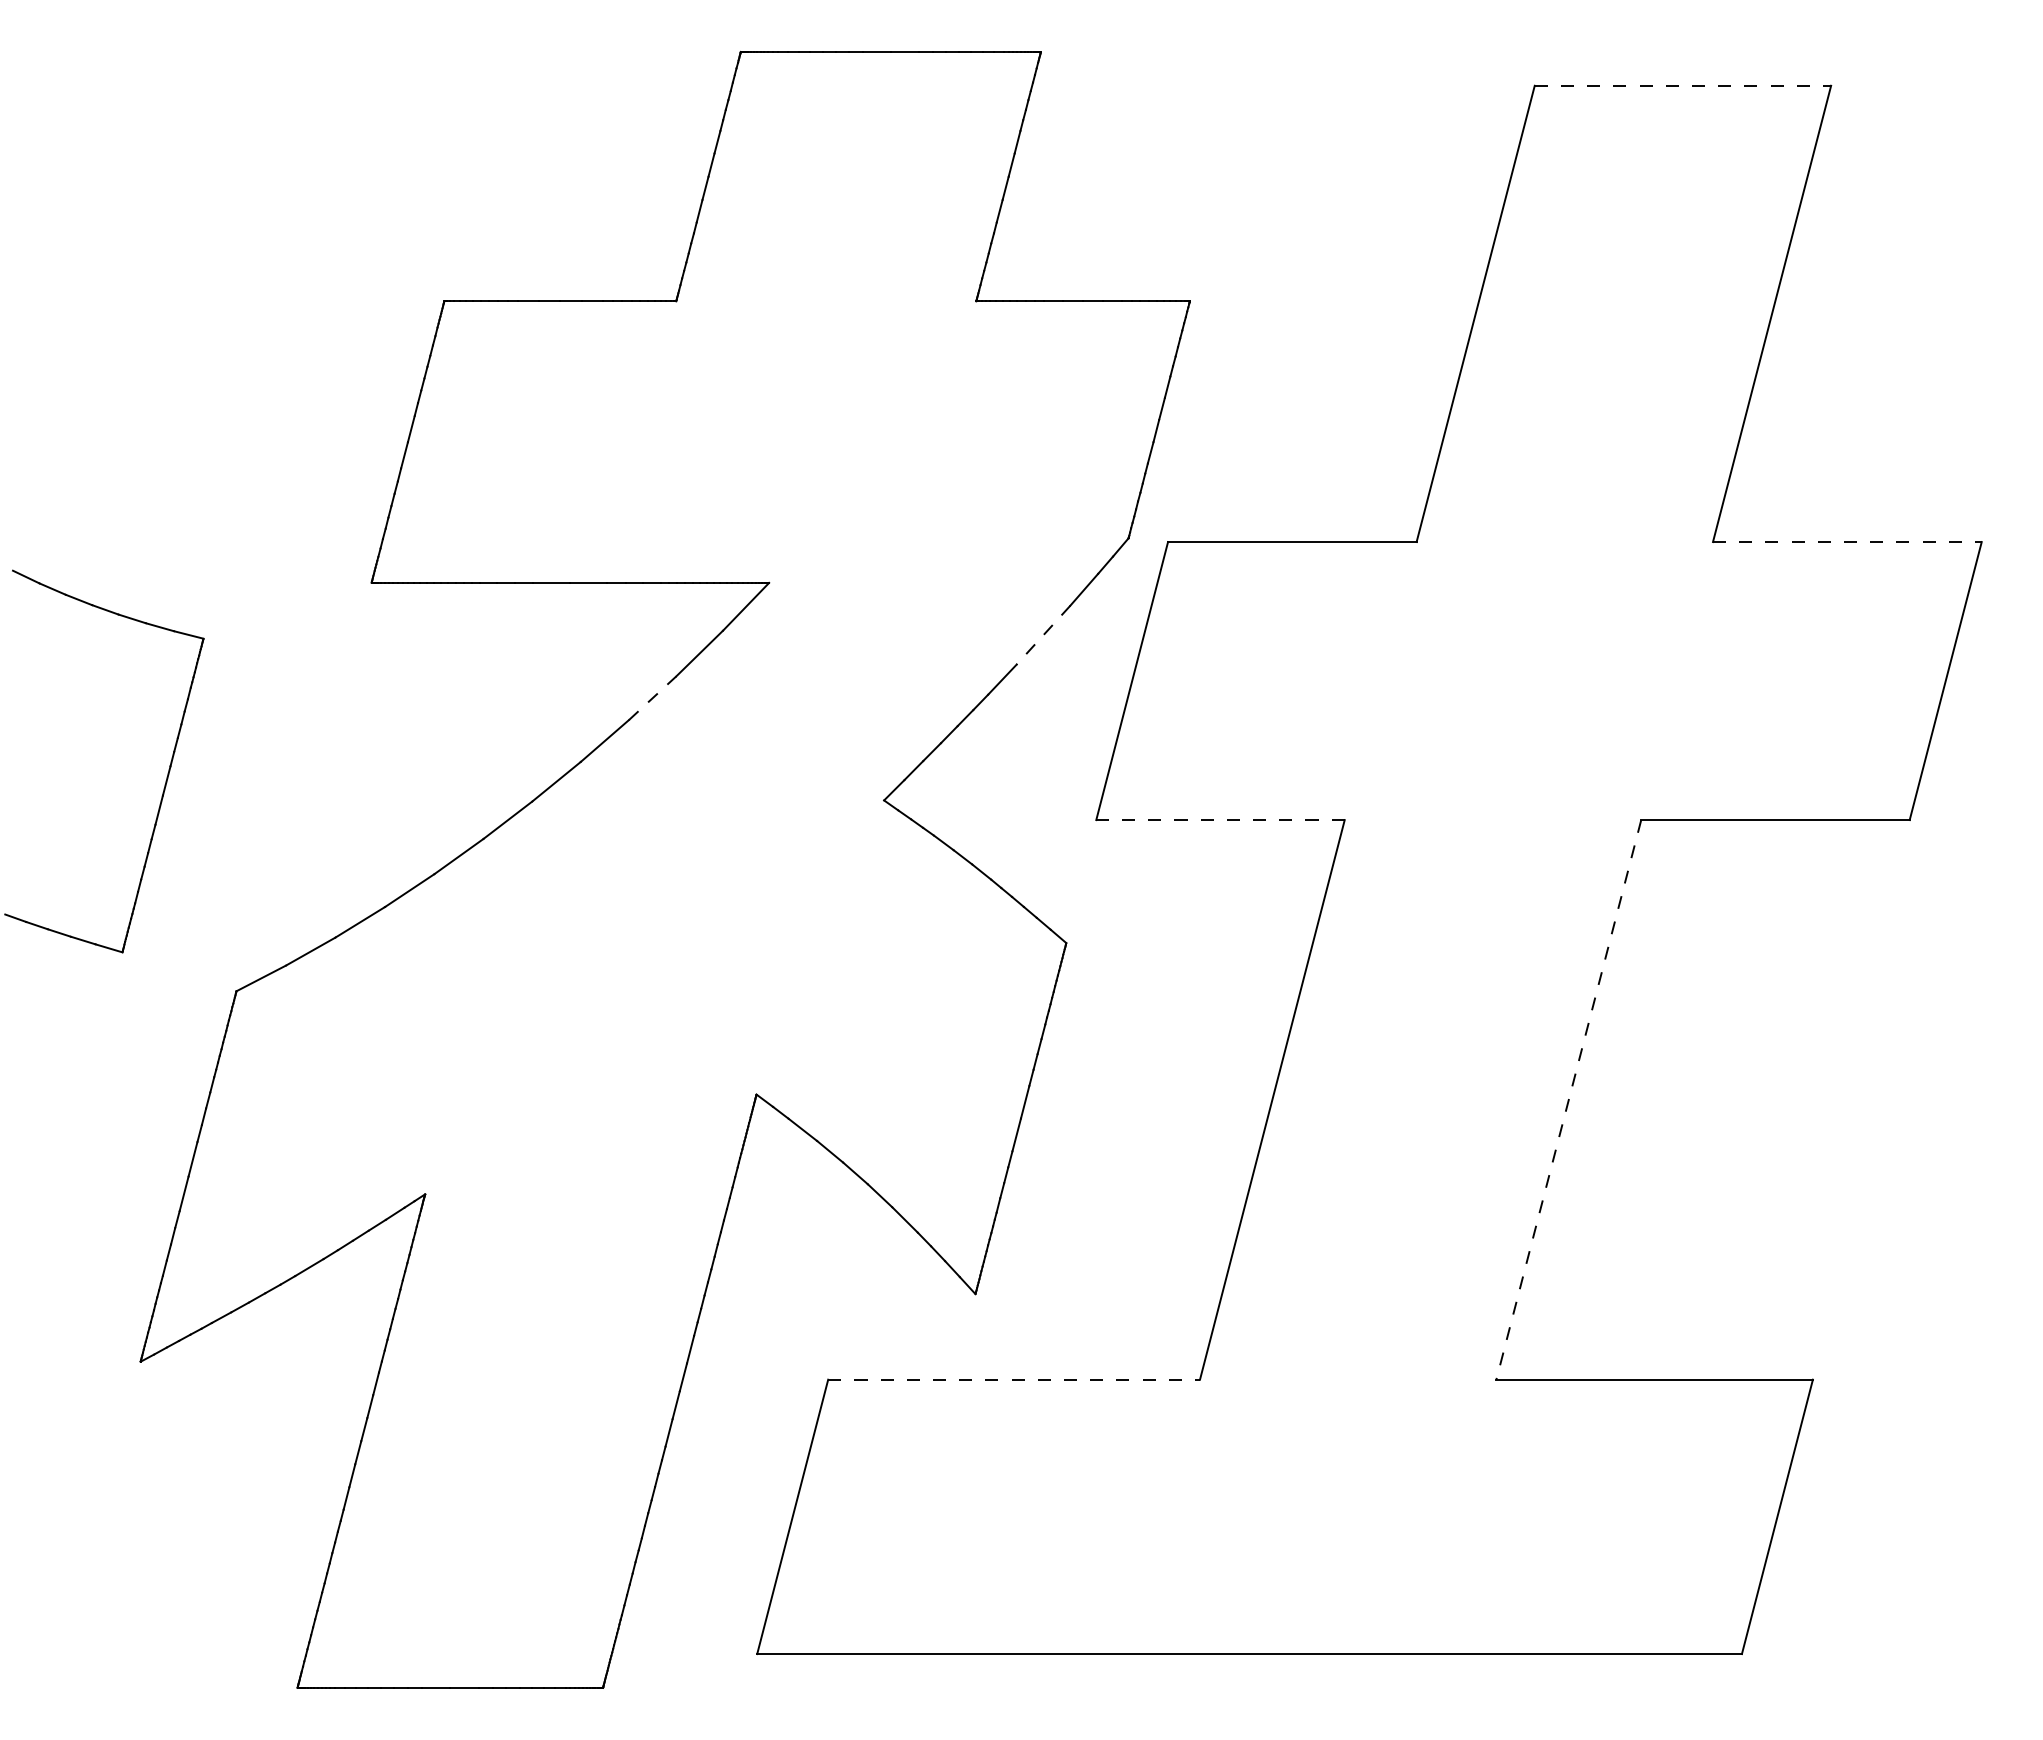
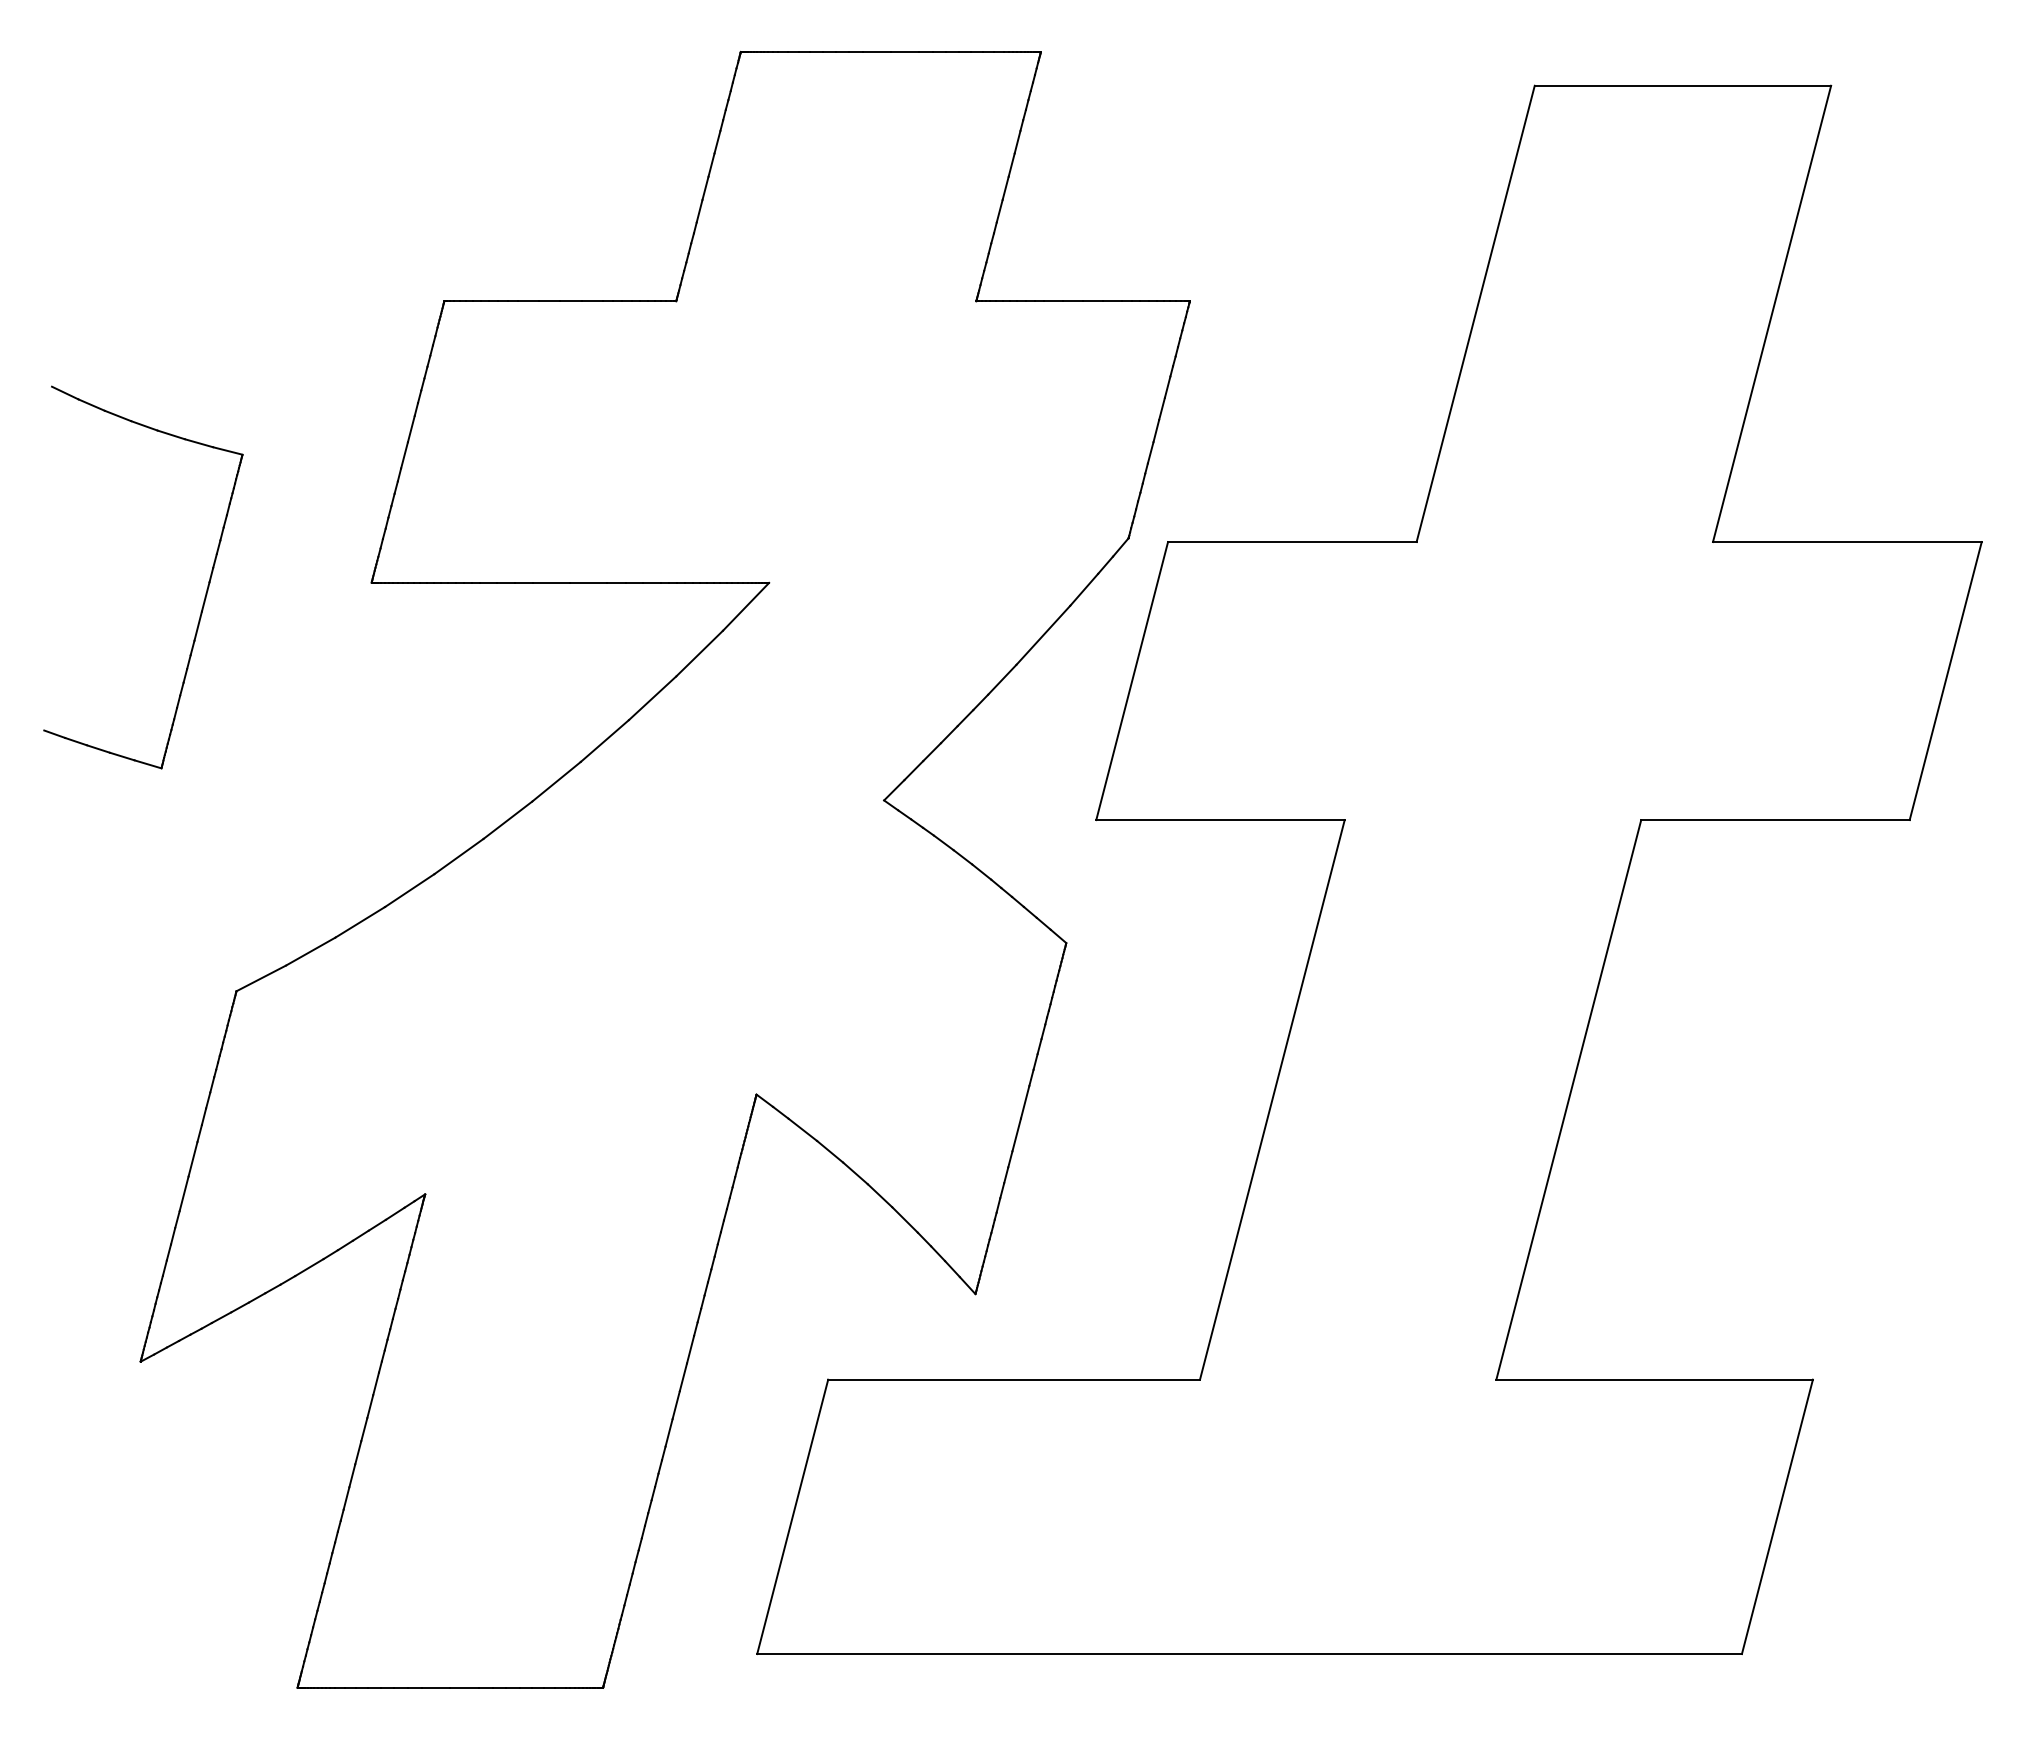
line at (1683, 85): dashed -> solid
line at (1847, 542): dashed -> solid
line at (1043, 635): dashed -> solid
line at (652, 697): dashed -> solid
part at (165, 780) position: (165, 780) -> (204, 596)
line at (1220, 820): dashed -> solid
line at (1568, 1100): dashed -> solid
line at (1014, 1379): dashed -> solid
